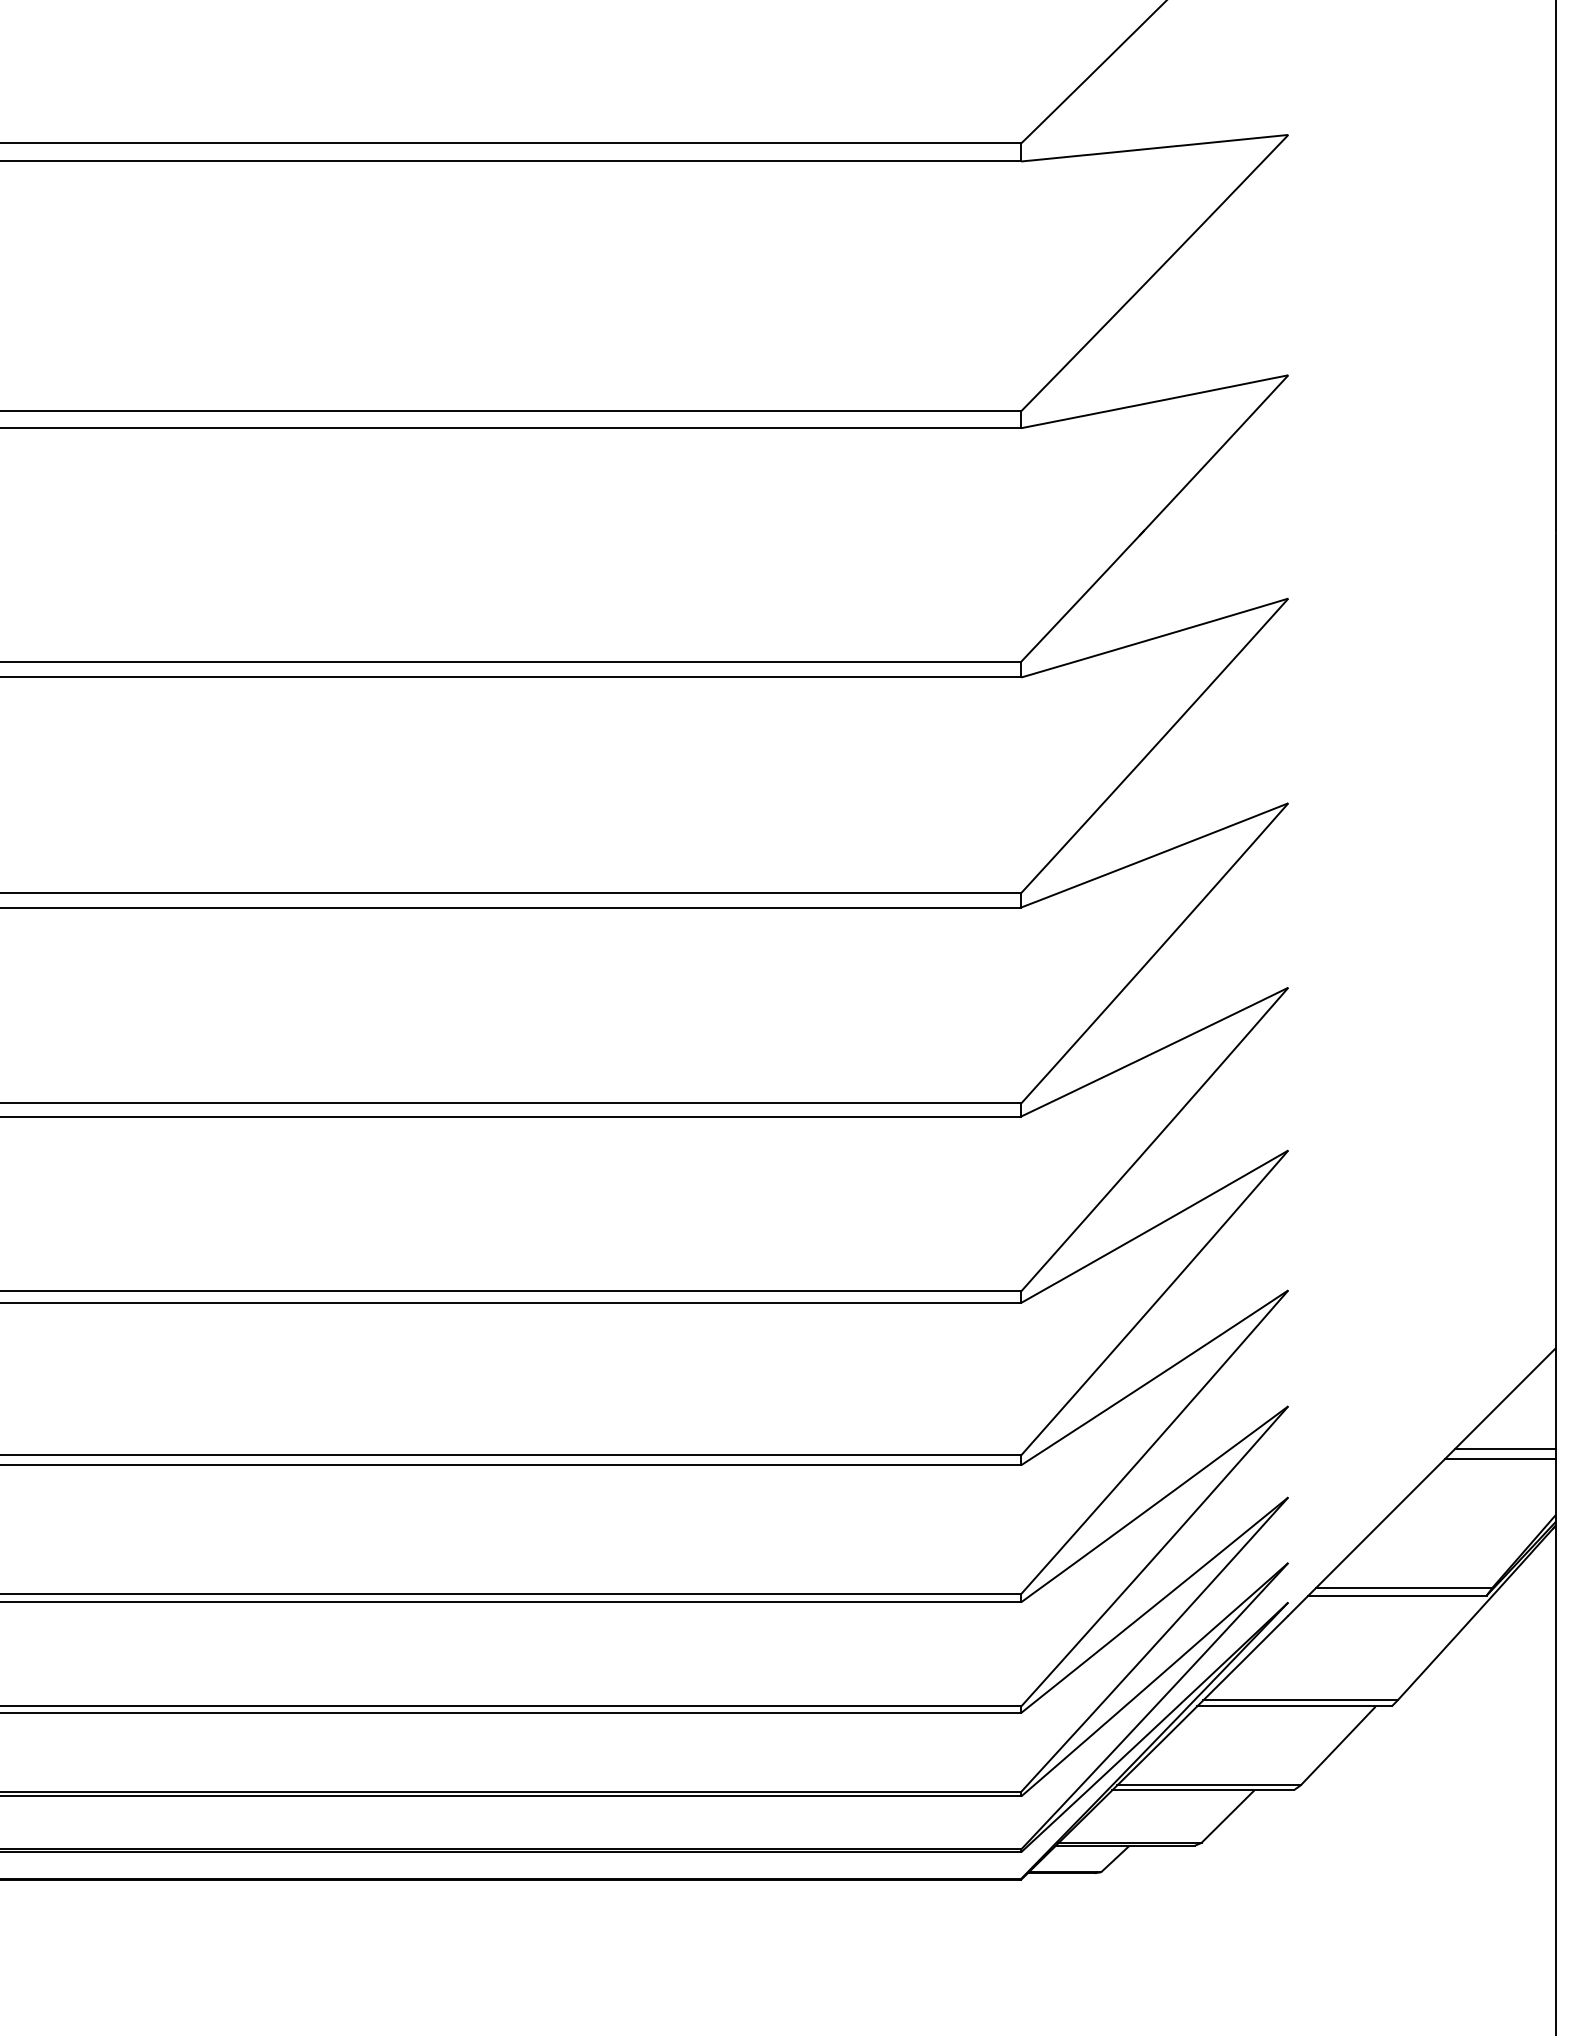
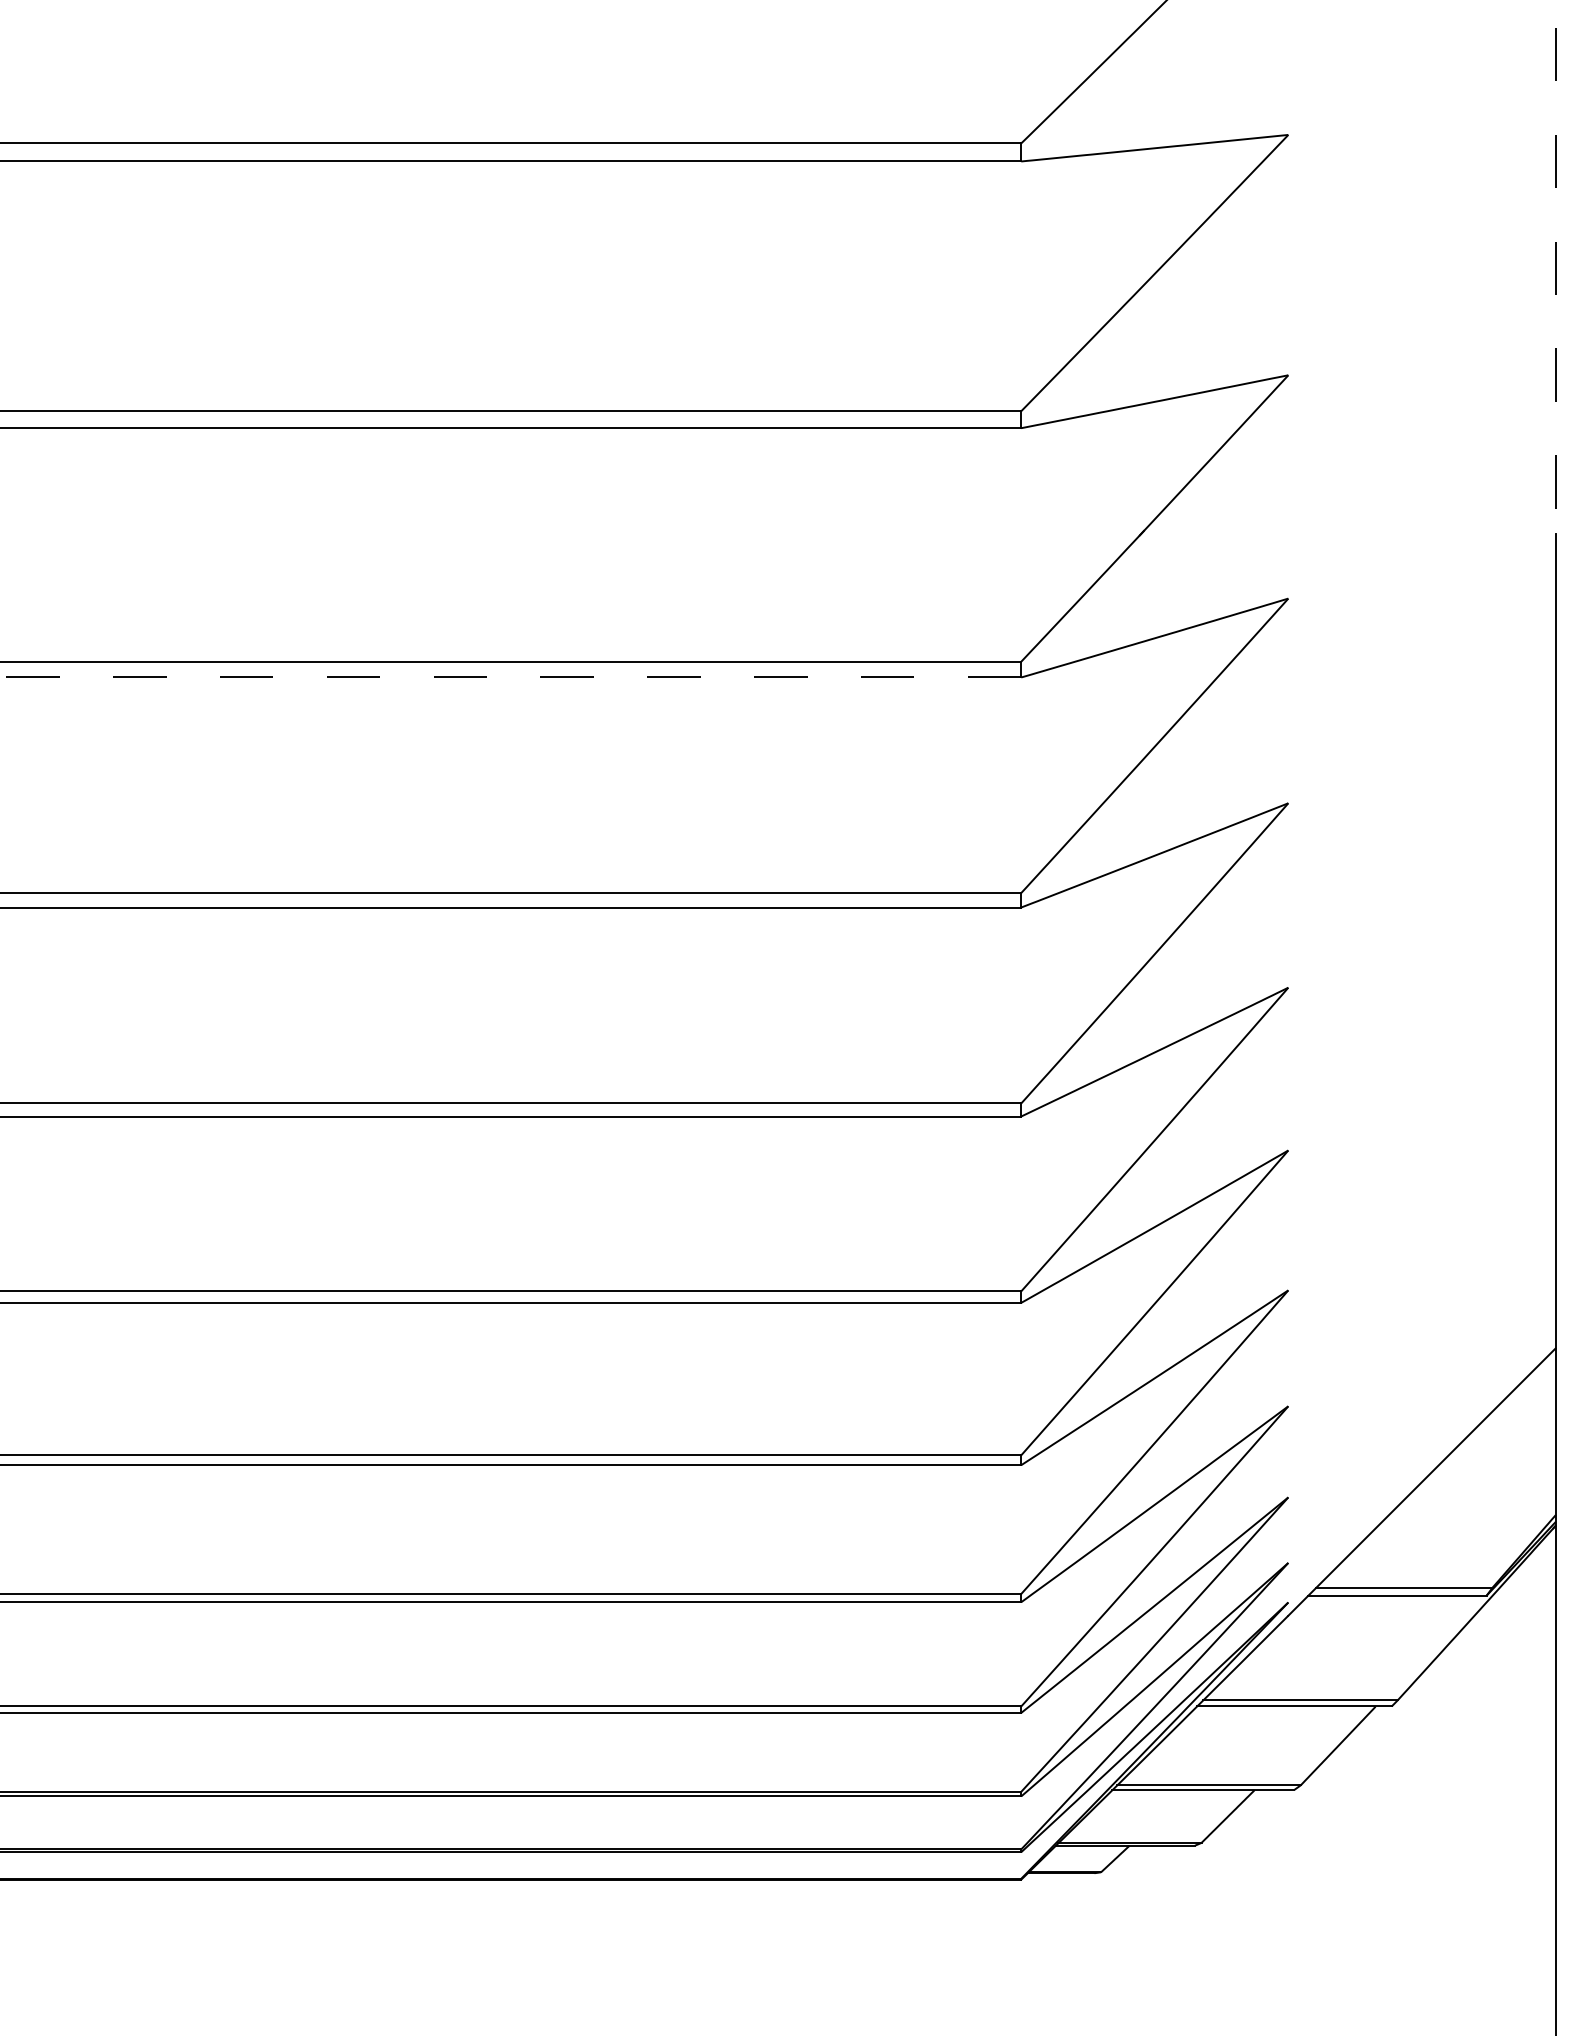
line at (1555, 266): solid -> dashed
line at (510, 677): solid -> dashed
line at (1505, 1448): present -> none
line at (1500, 1458): present -> none
